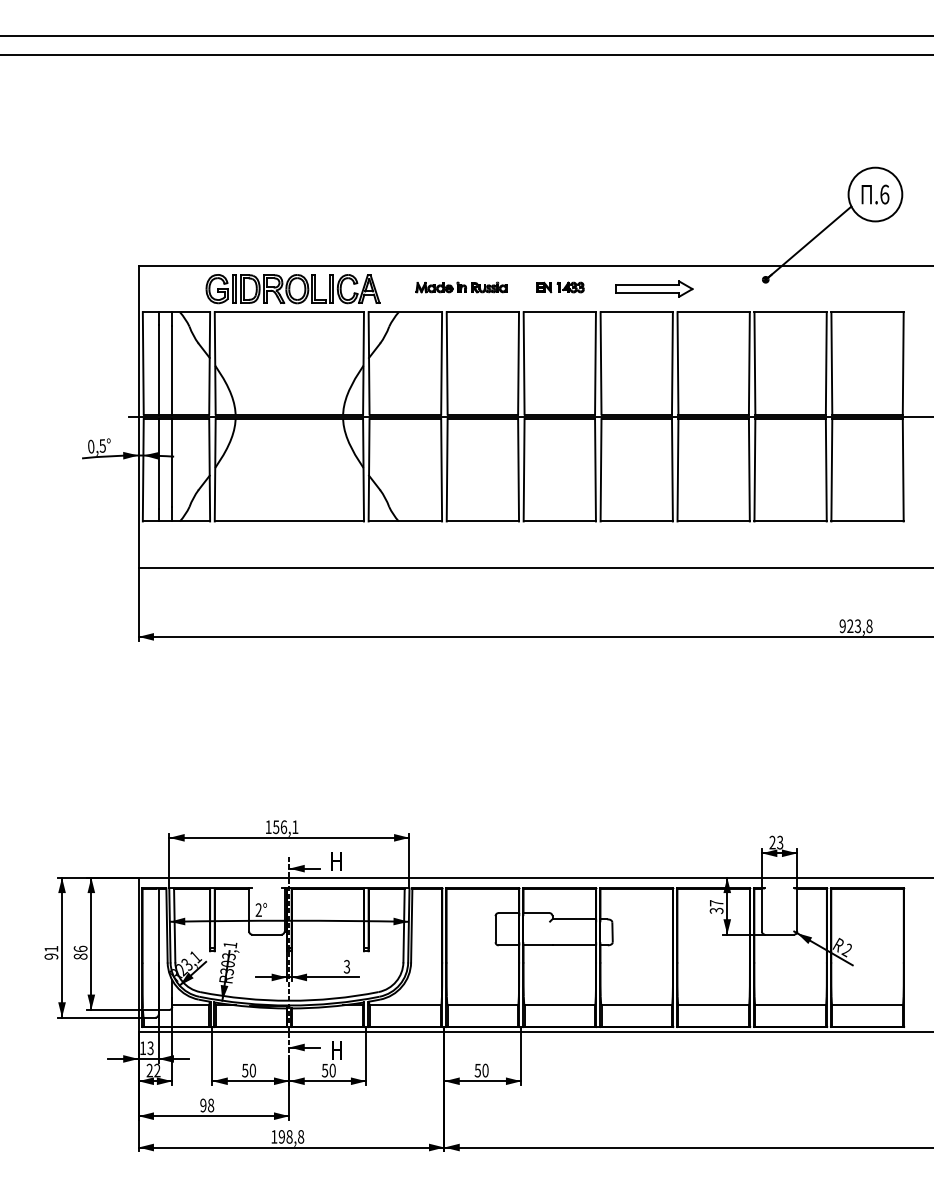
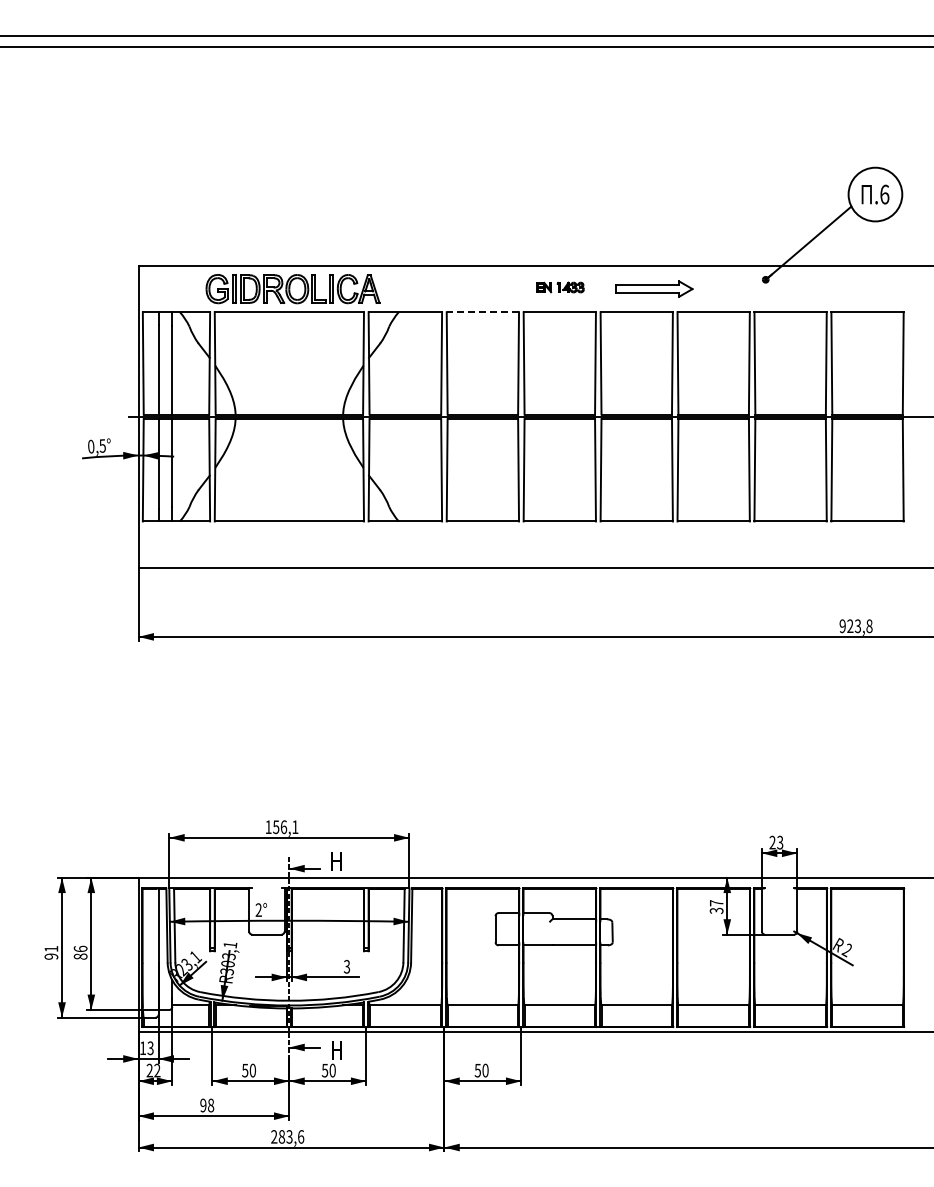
line at (466, 54) position: (466, 54) -> (466, 46)
part at (461, 287): present -> none
line at (482, 312): solid -> dashed
text at (287, 1136): 198,8 -> 283,6
